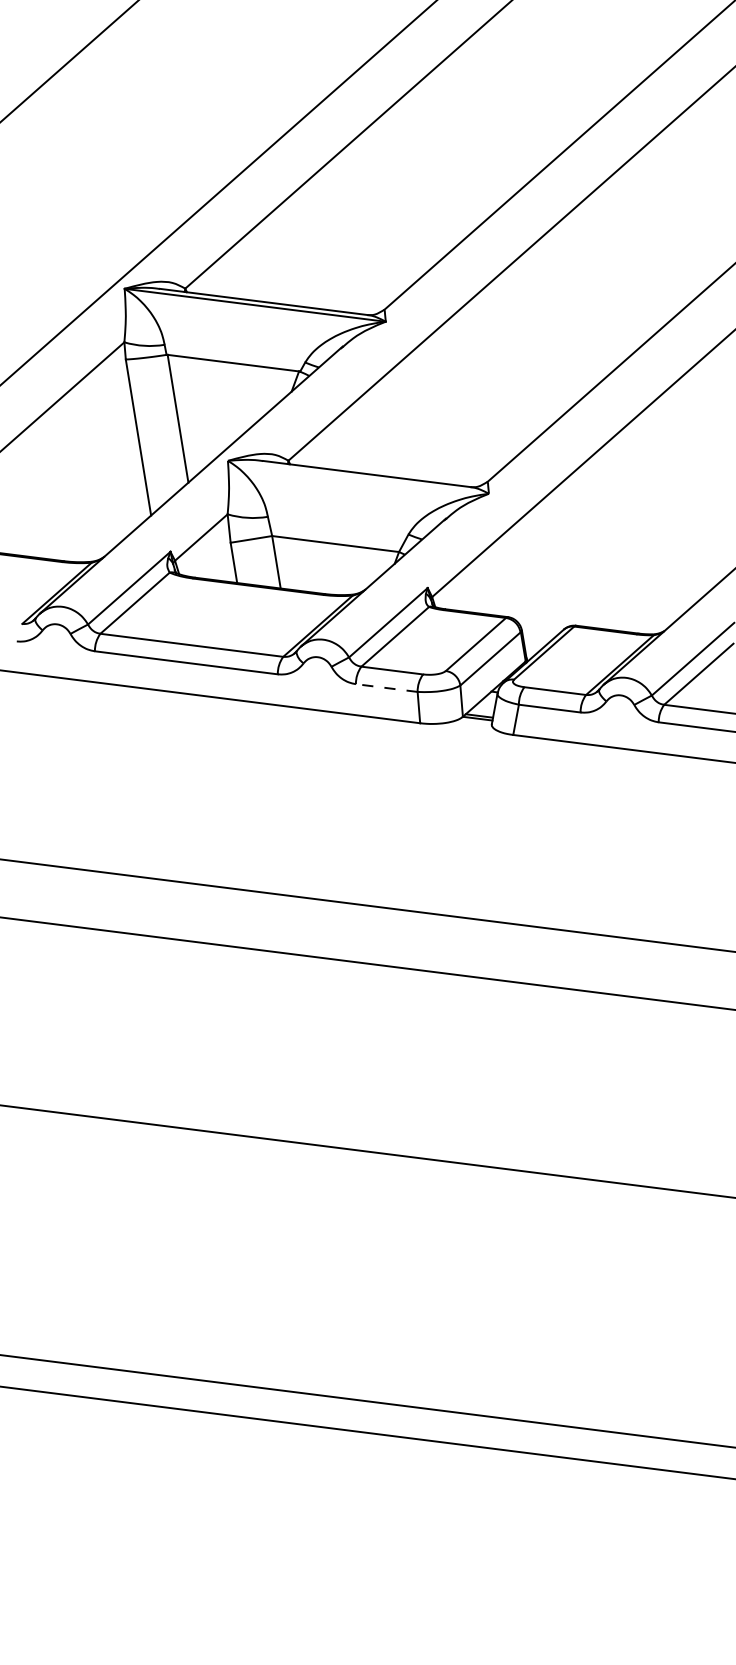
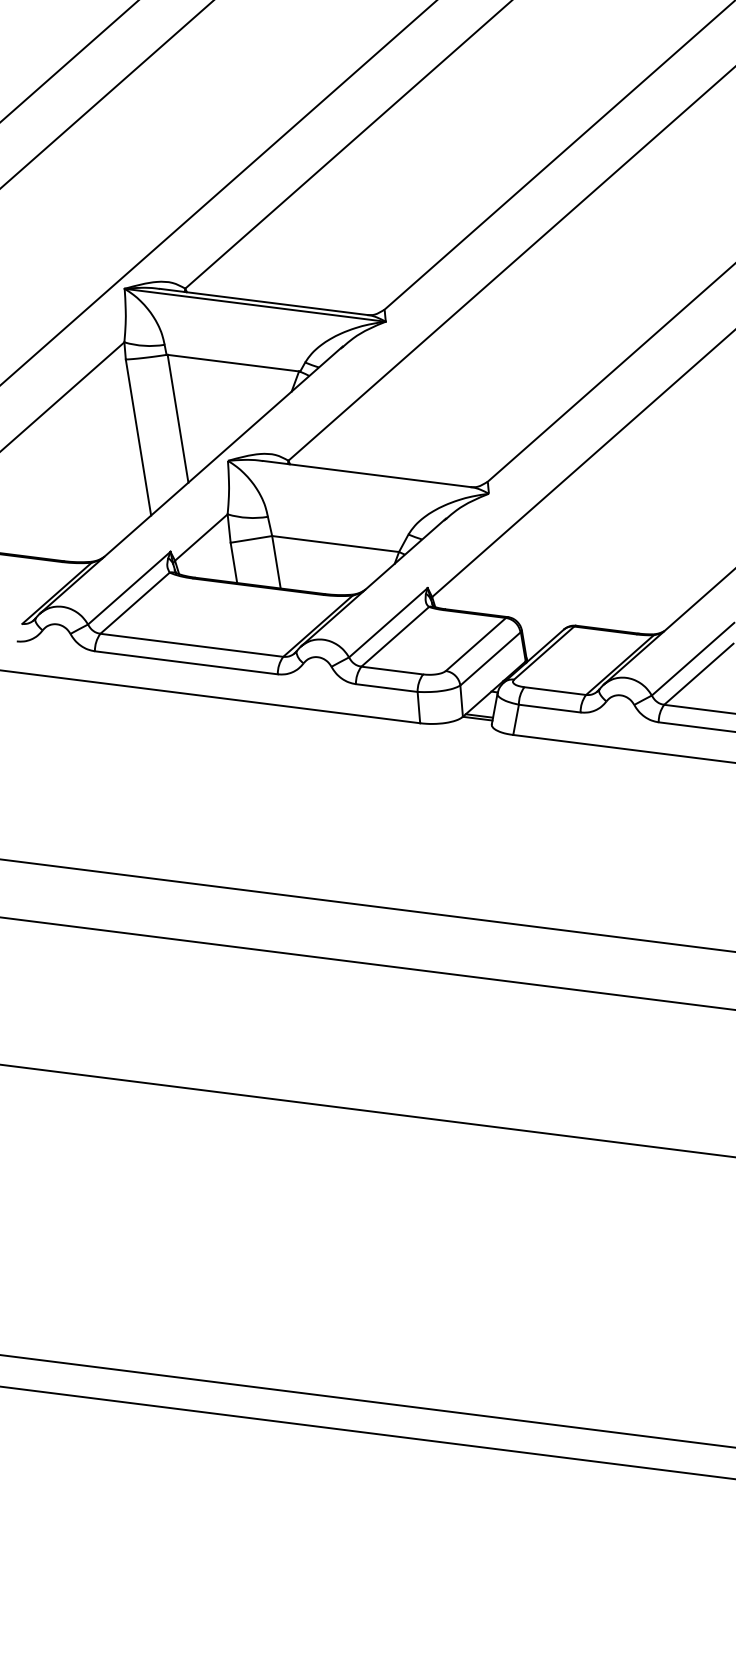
line at (106, 94): none -> present
line at (386, 688): dashed -> solid
line at (367, 1151) position: (367, 1151) -> (367, 1110)
